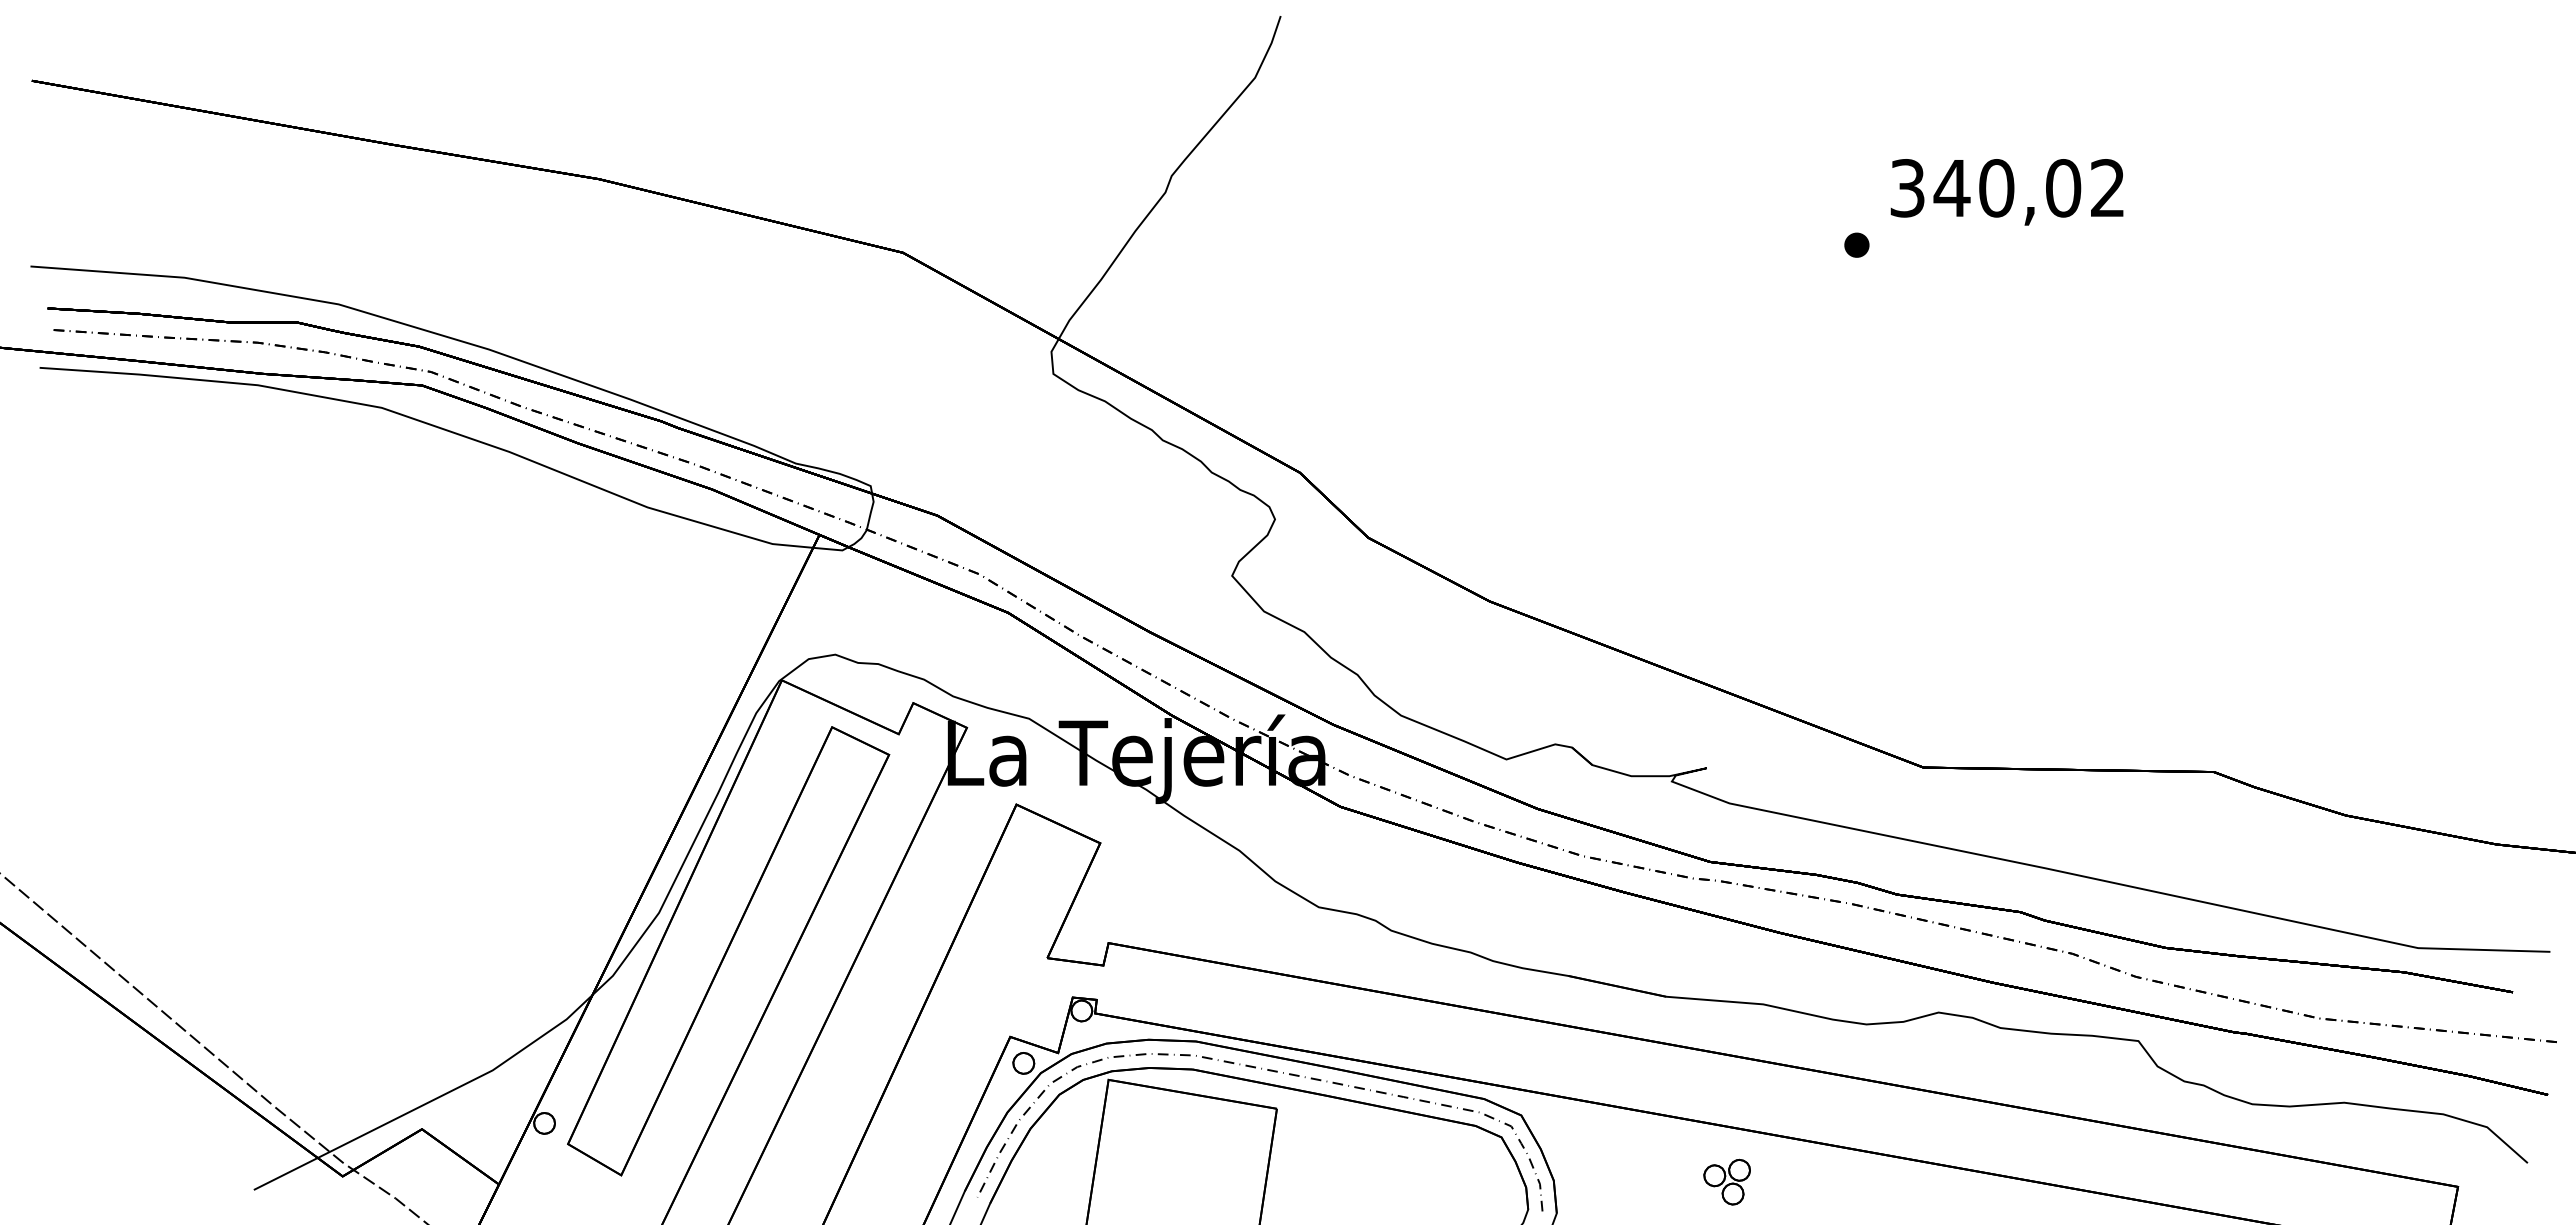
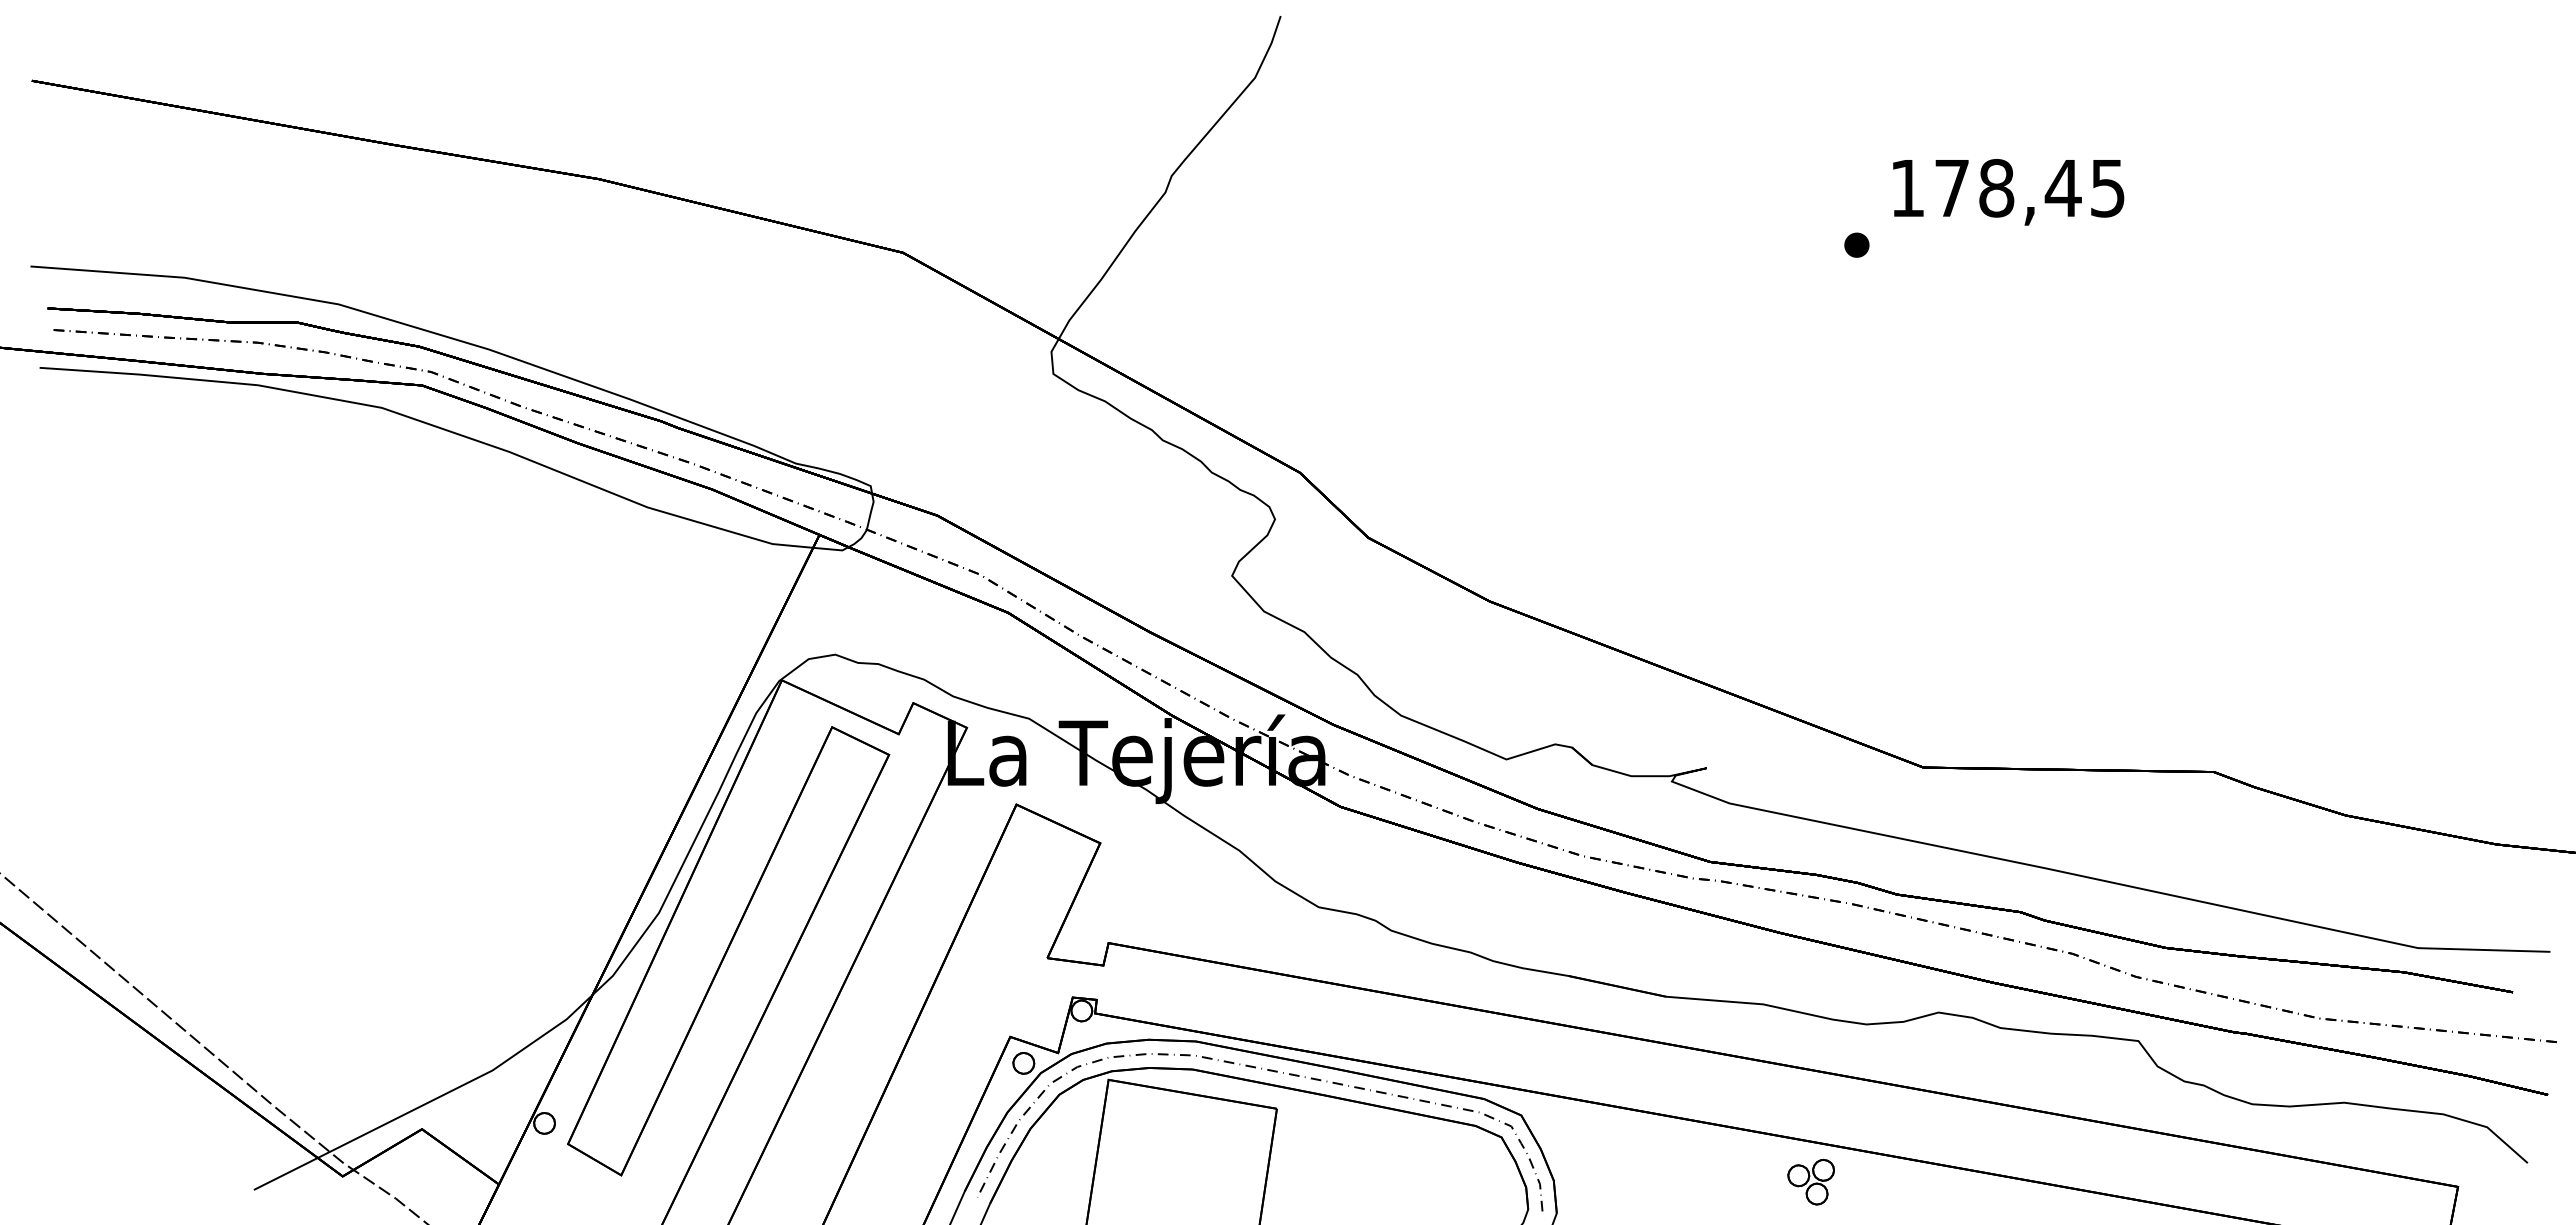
text at (2007, 188): 340,02 -> 178,45
part at (1726, 1181) position: (1726, 1181) -> (1810, 1181)
